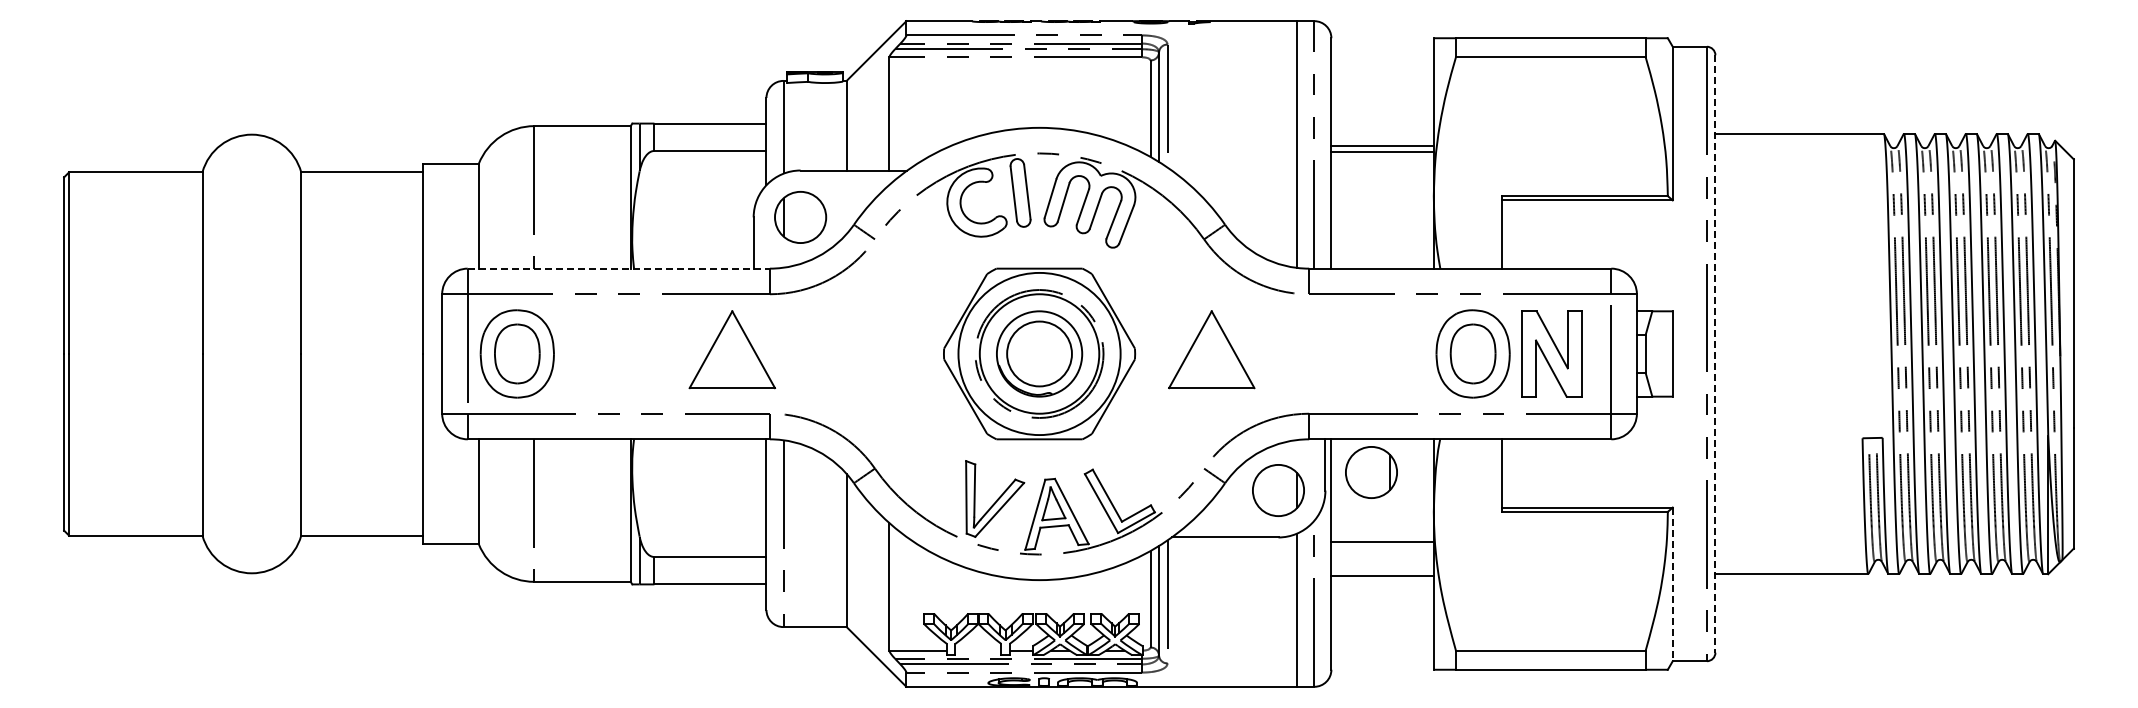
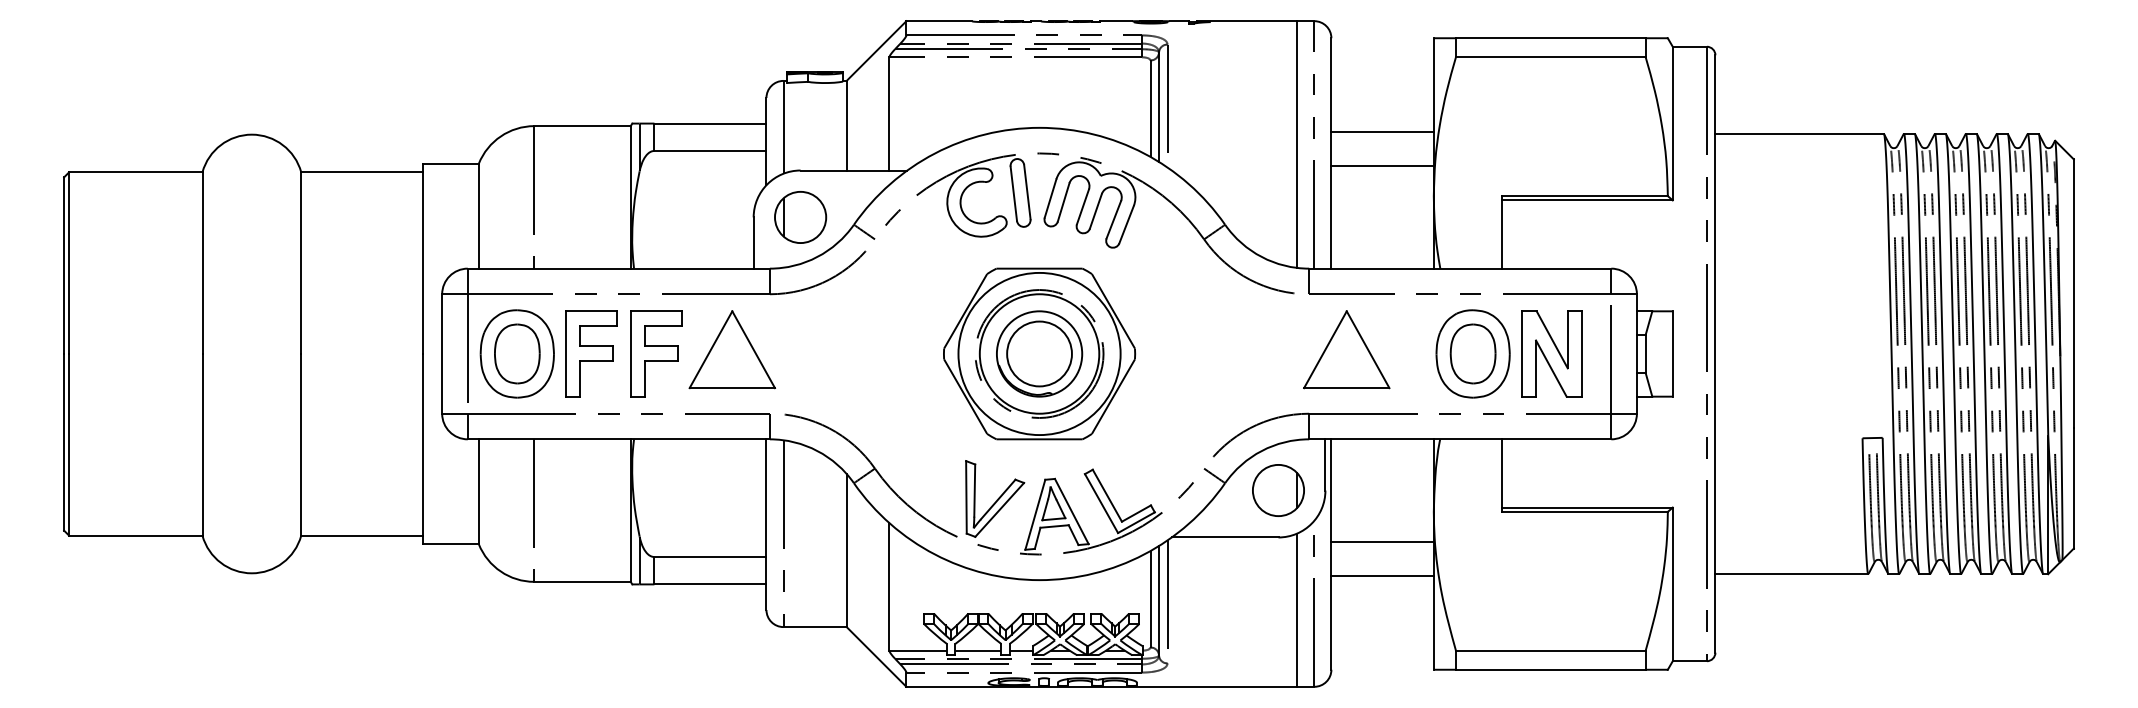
line at (1382, 146) position: (1382, 146) -> (1382, 132)
line at (1382, 152) position: (1382, 152) -> (1382, 166)
line at (619, 268): dashed -> solid
part at (1211, 349) position: (1211, 349) -> (1346, 349)
part at (591, 353): none -> present
part at (656, 353): none -> present
line at (1715, 353): dashed -> solid
part at (1371, 472): present -> none
line at (1672, 584): dashed -> solid
line at (978, 650): none -> present
